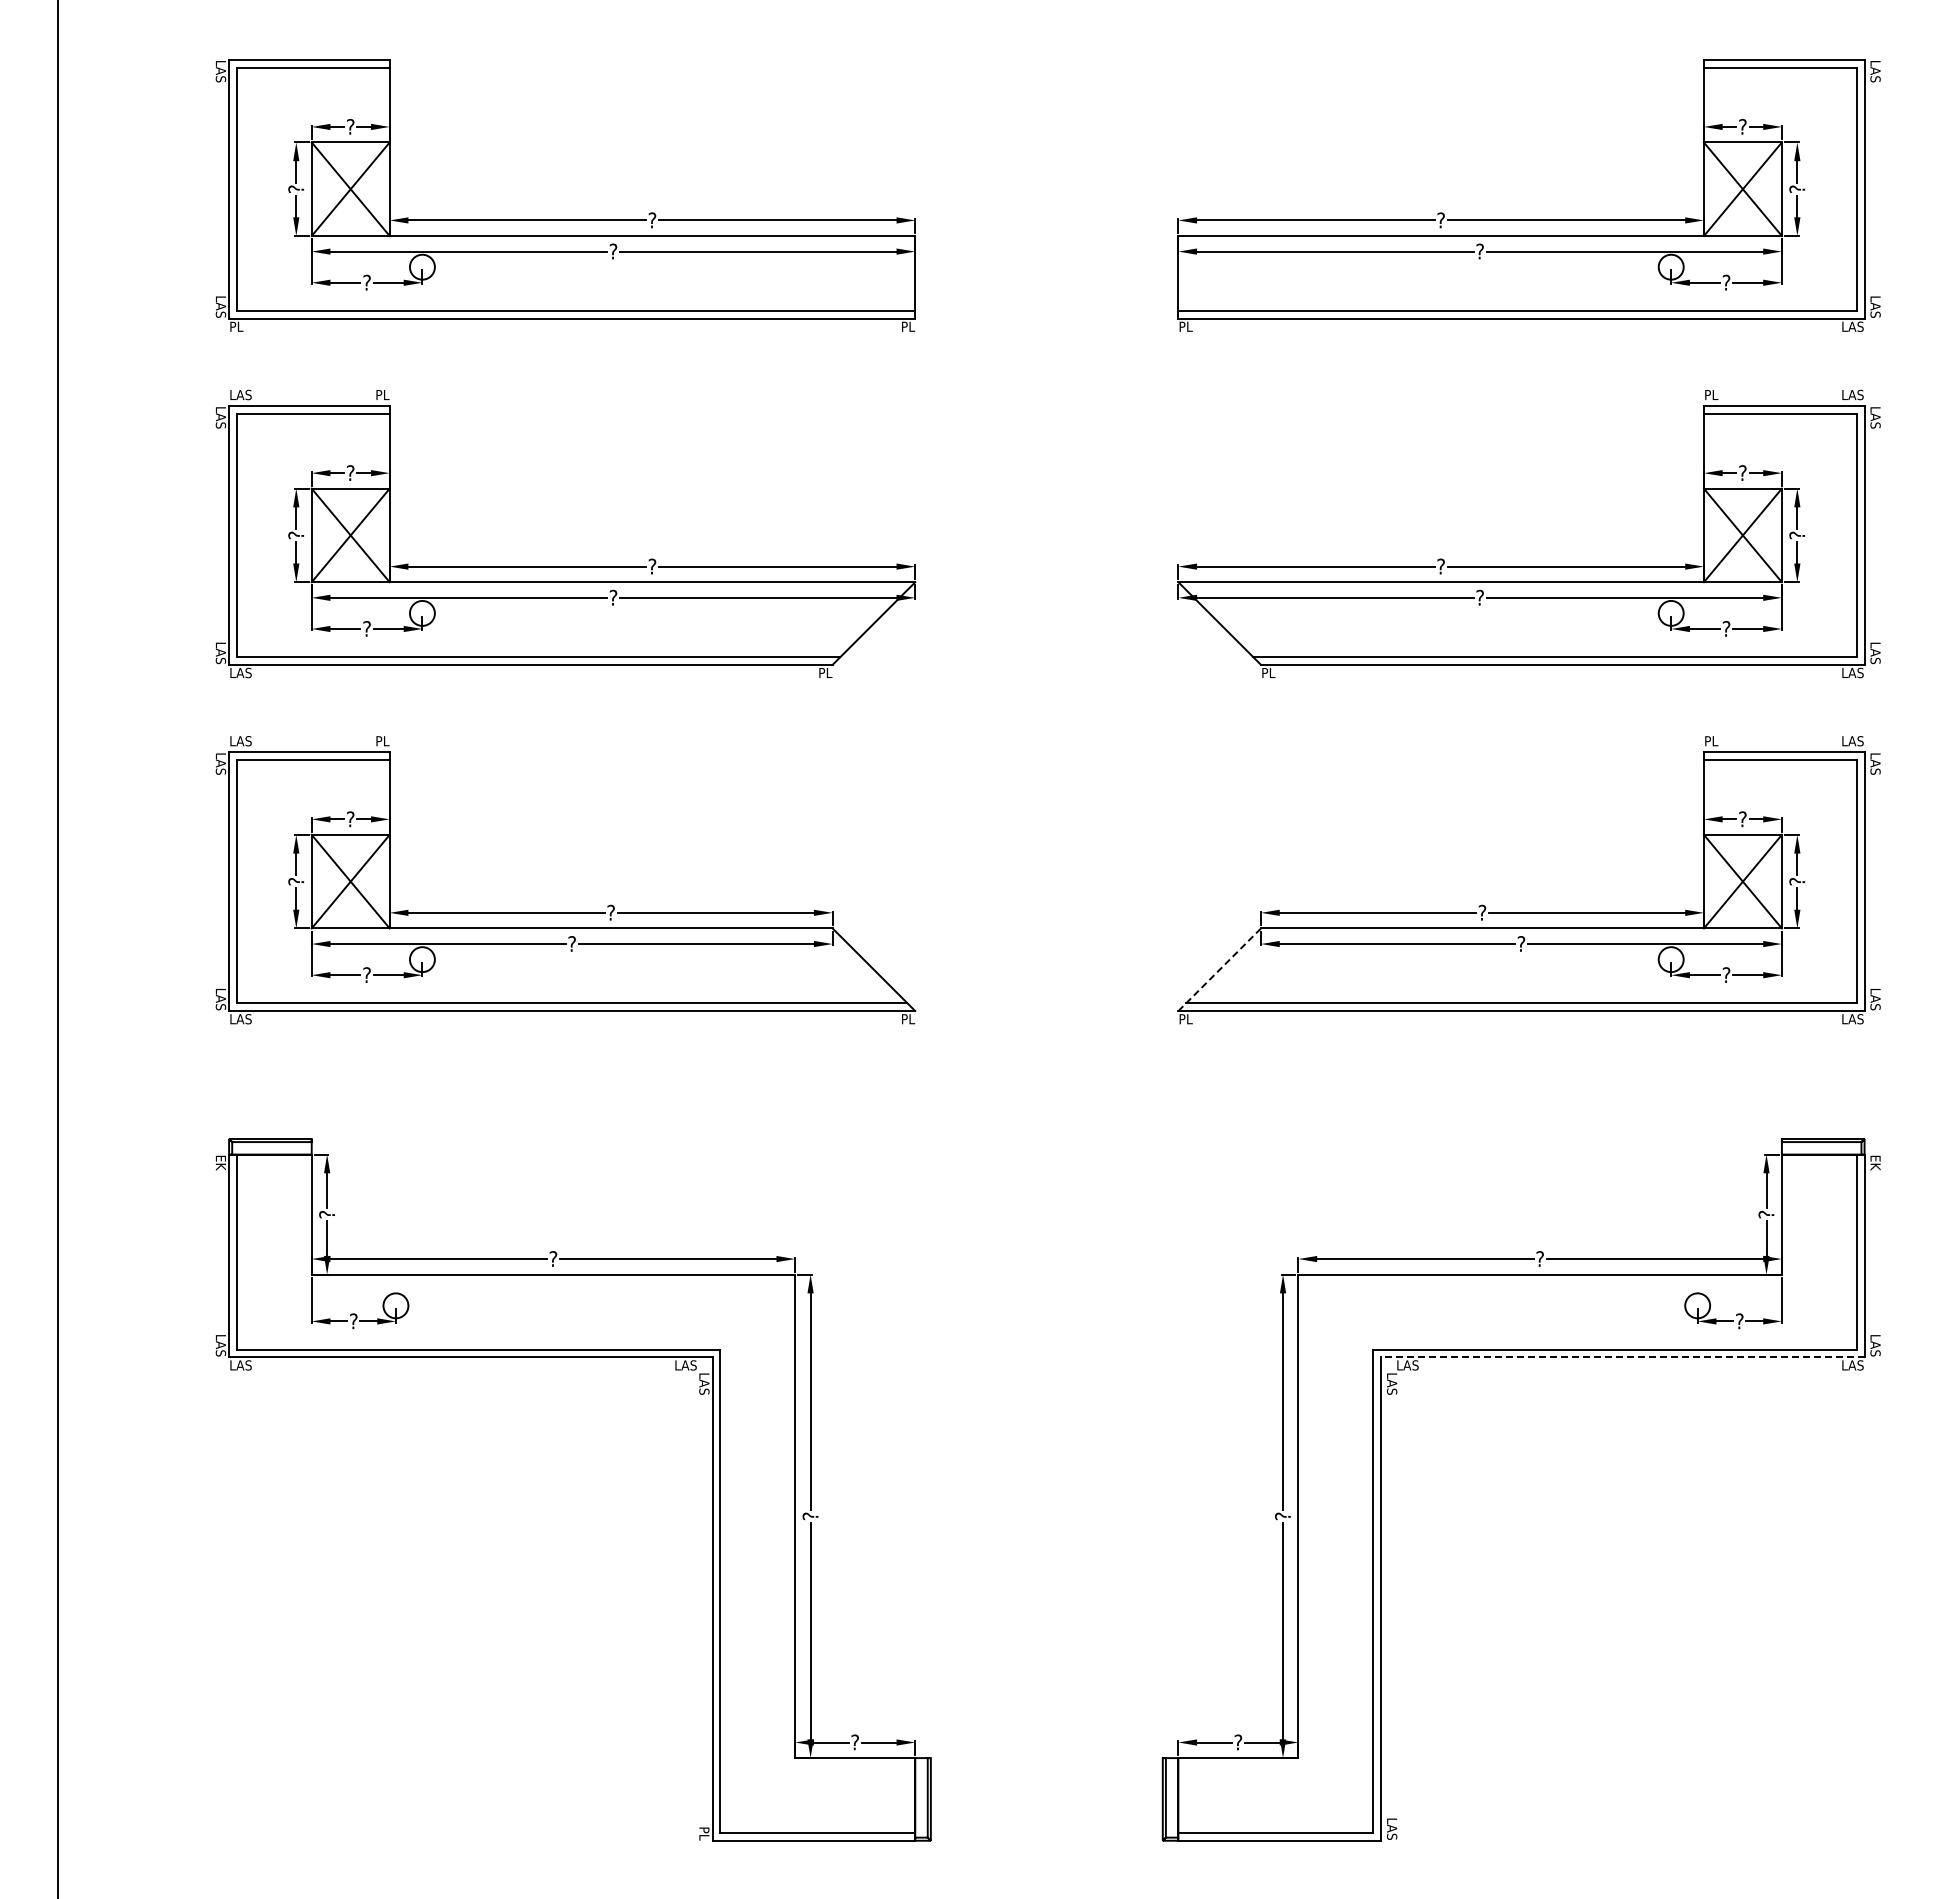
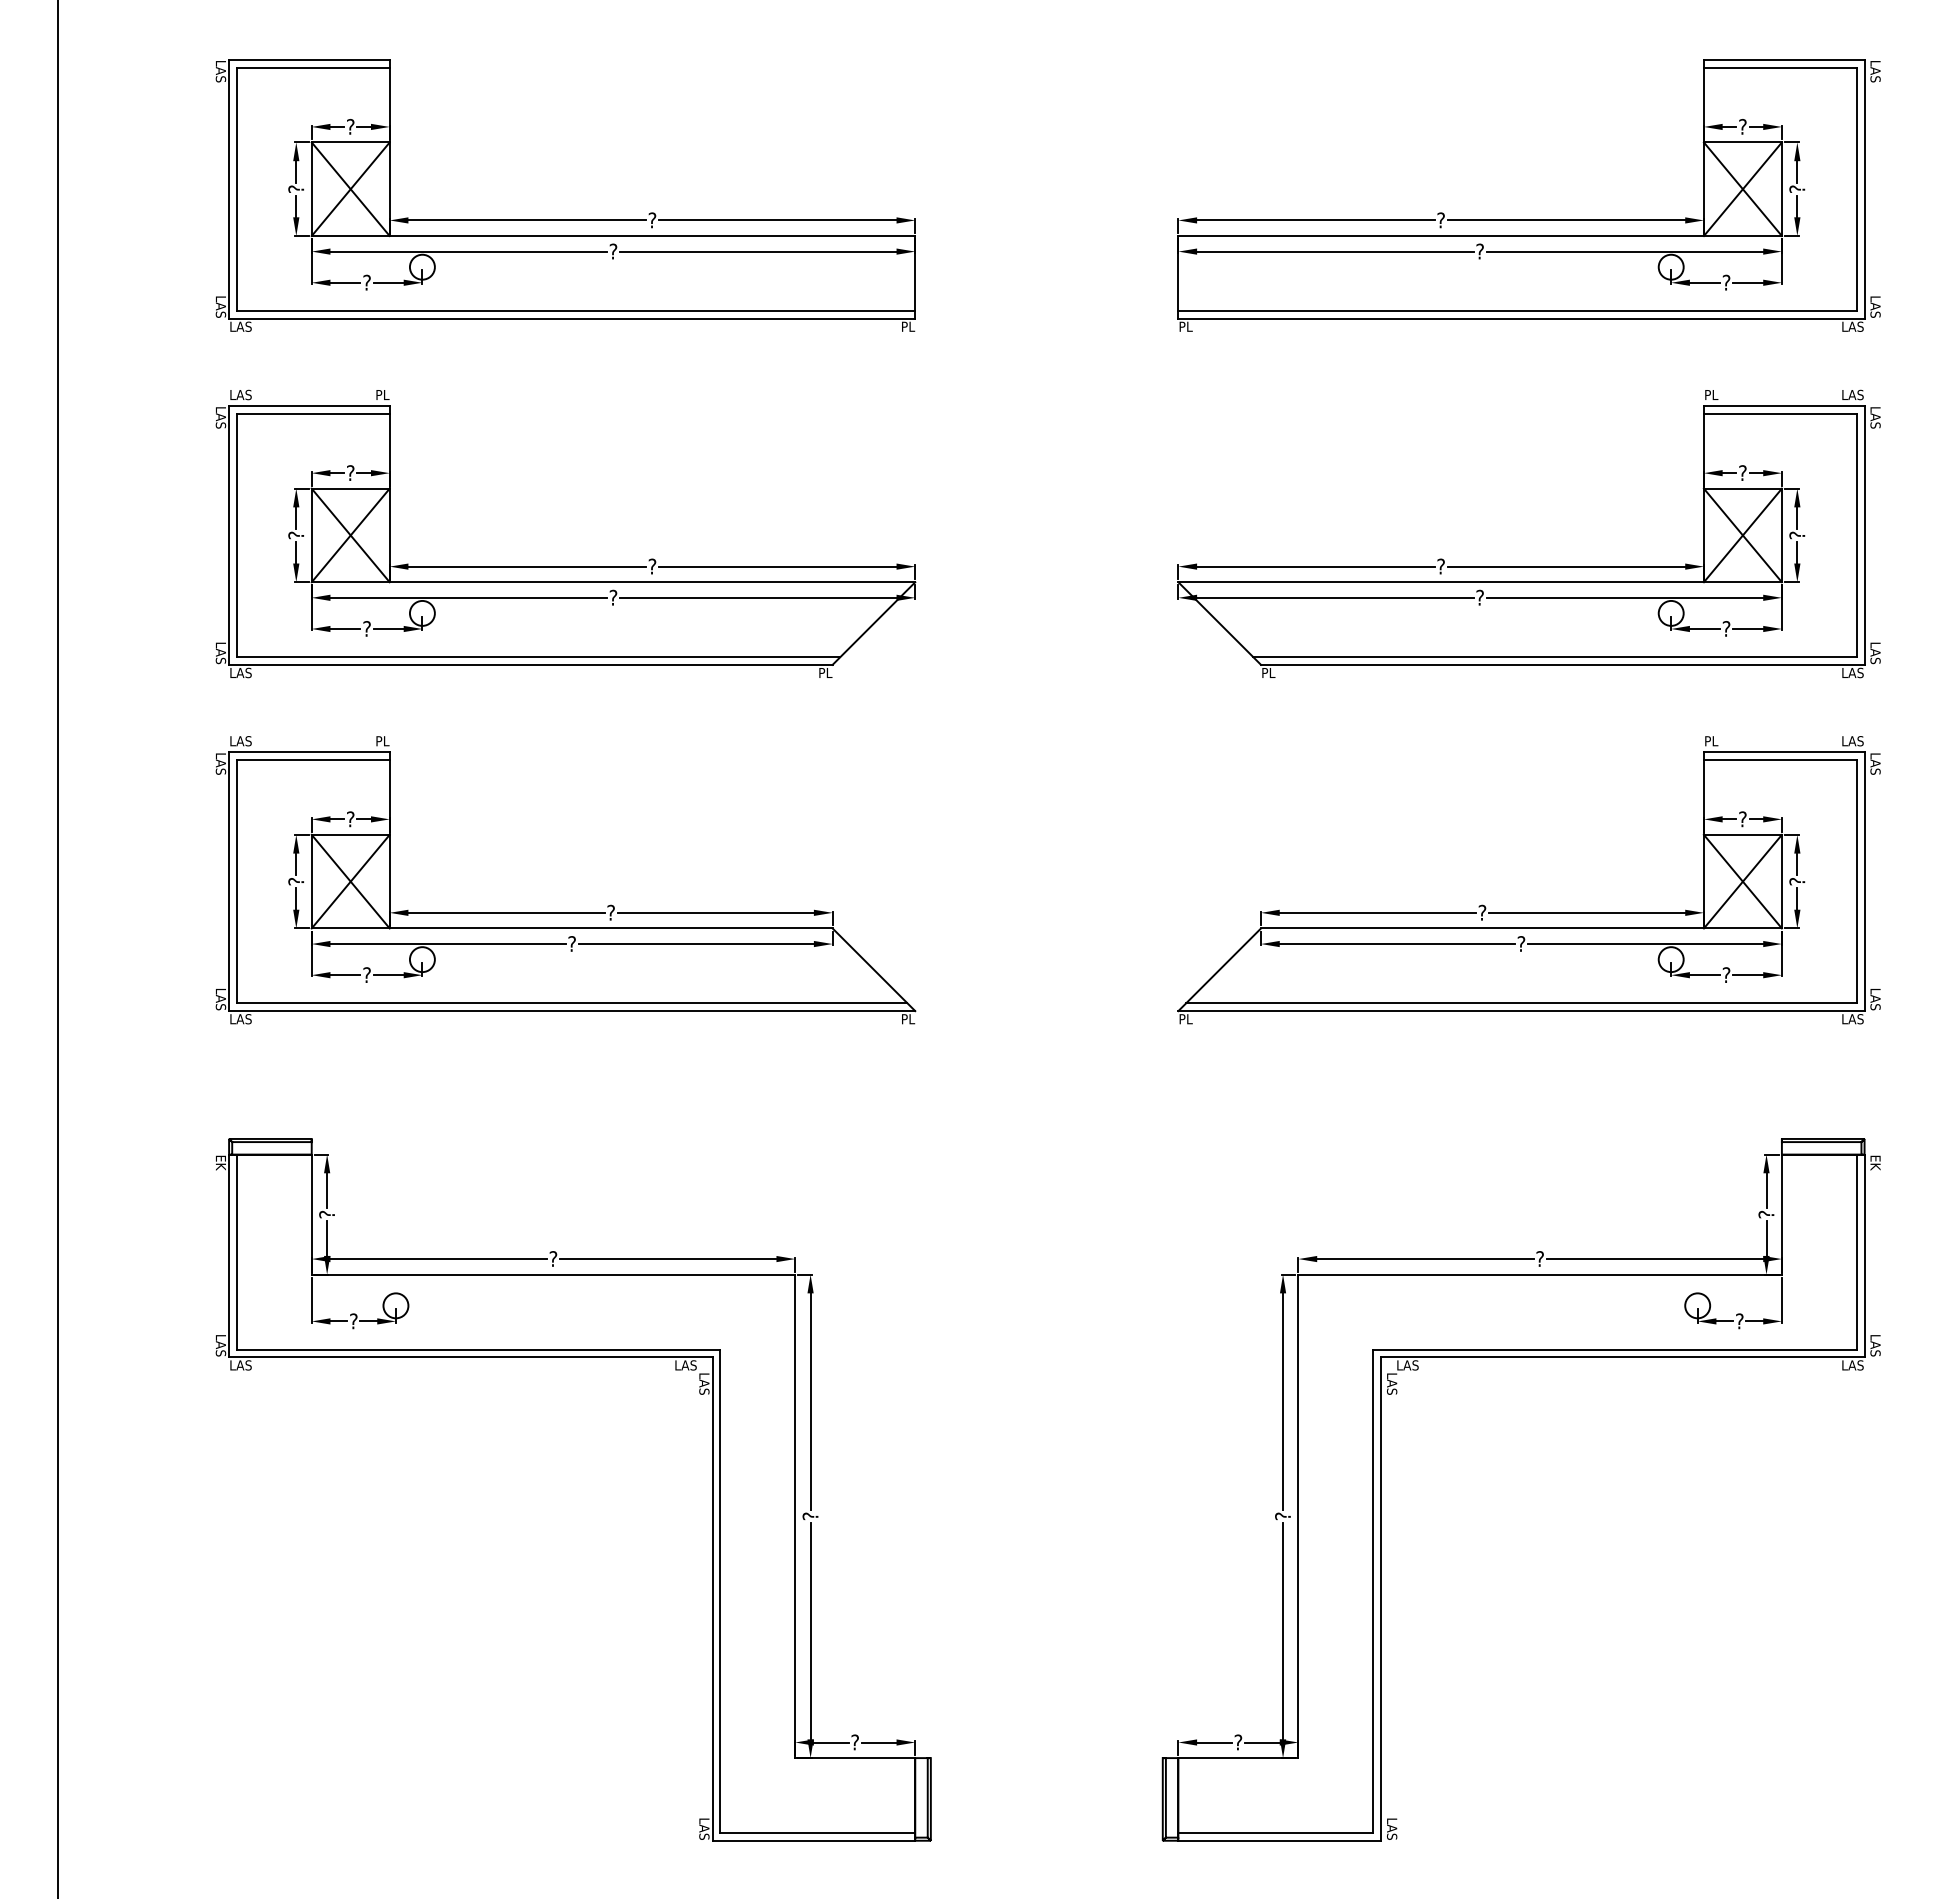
text at (241, 326): PL -> LAS
line at (1219, 970): dashed -> solid
line at (1622, 1357): dashed -> solid
text at (704, 1829): PL -> LAS
